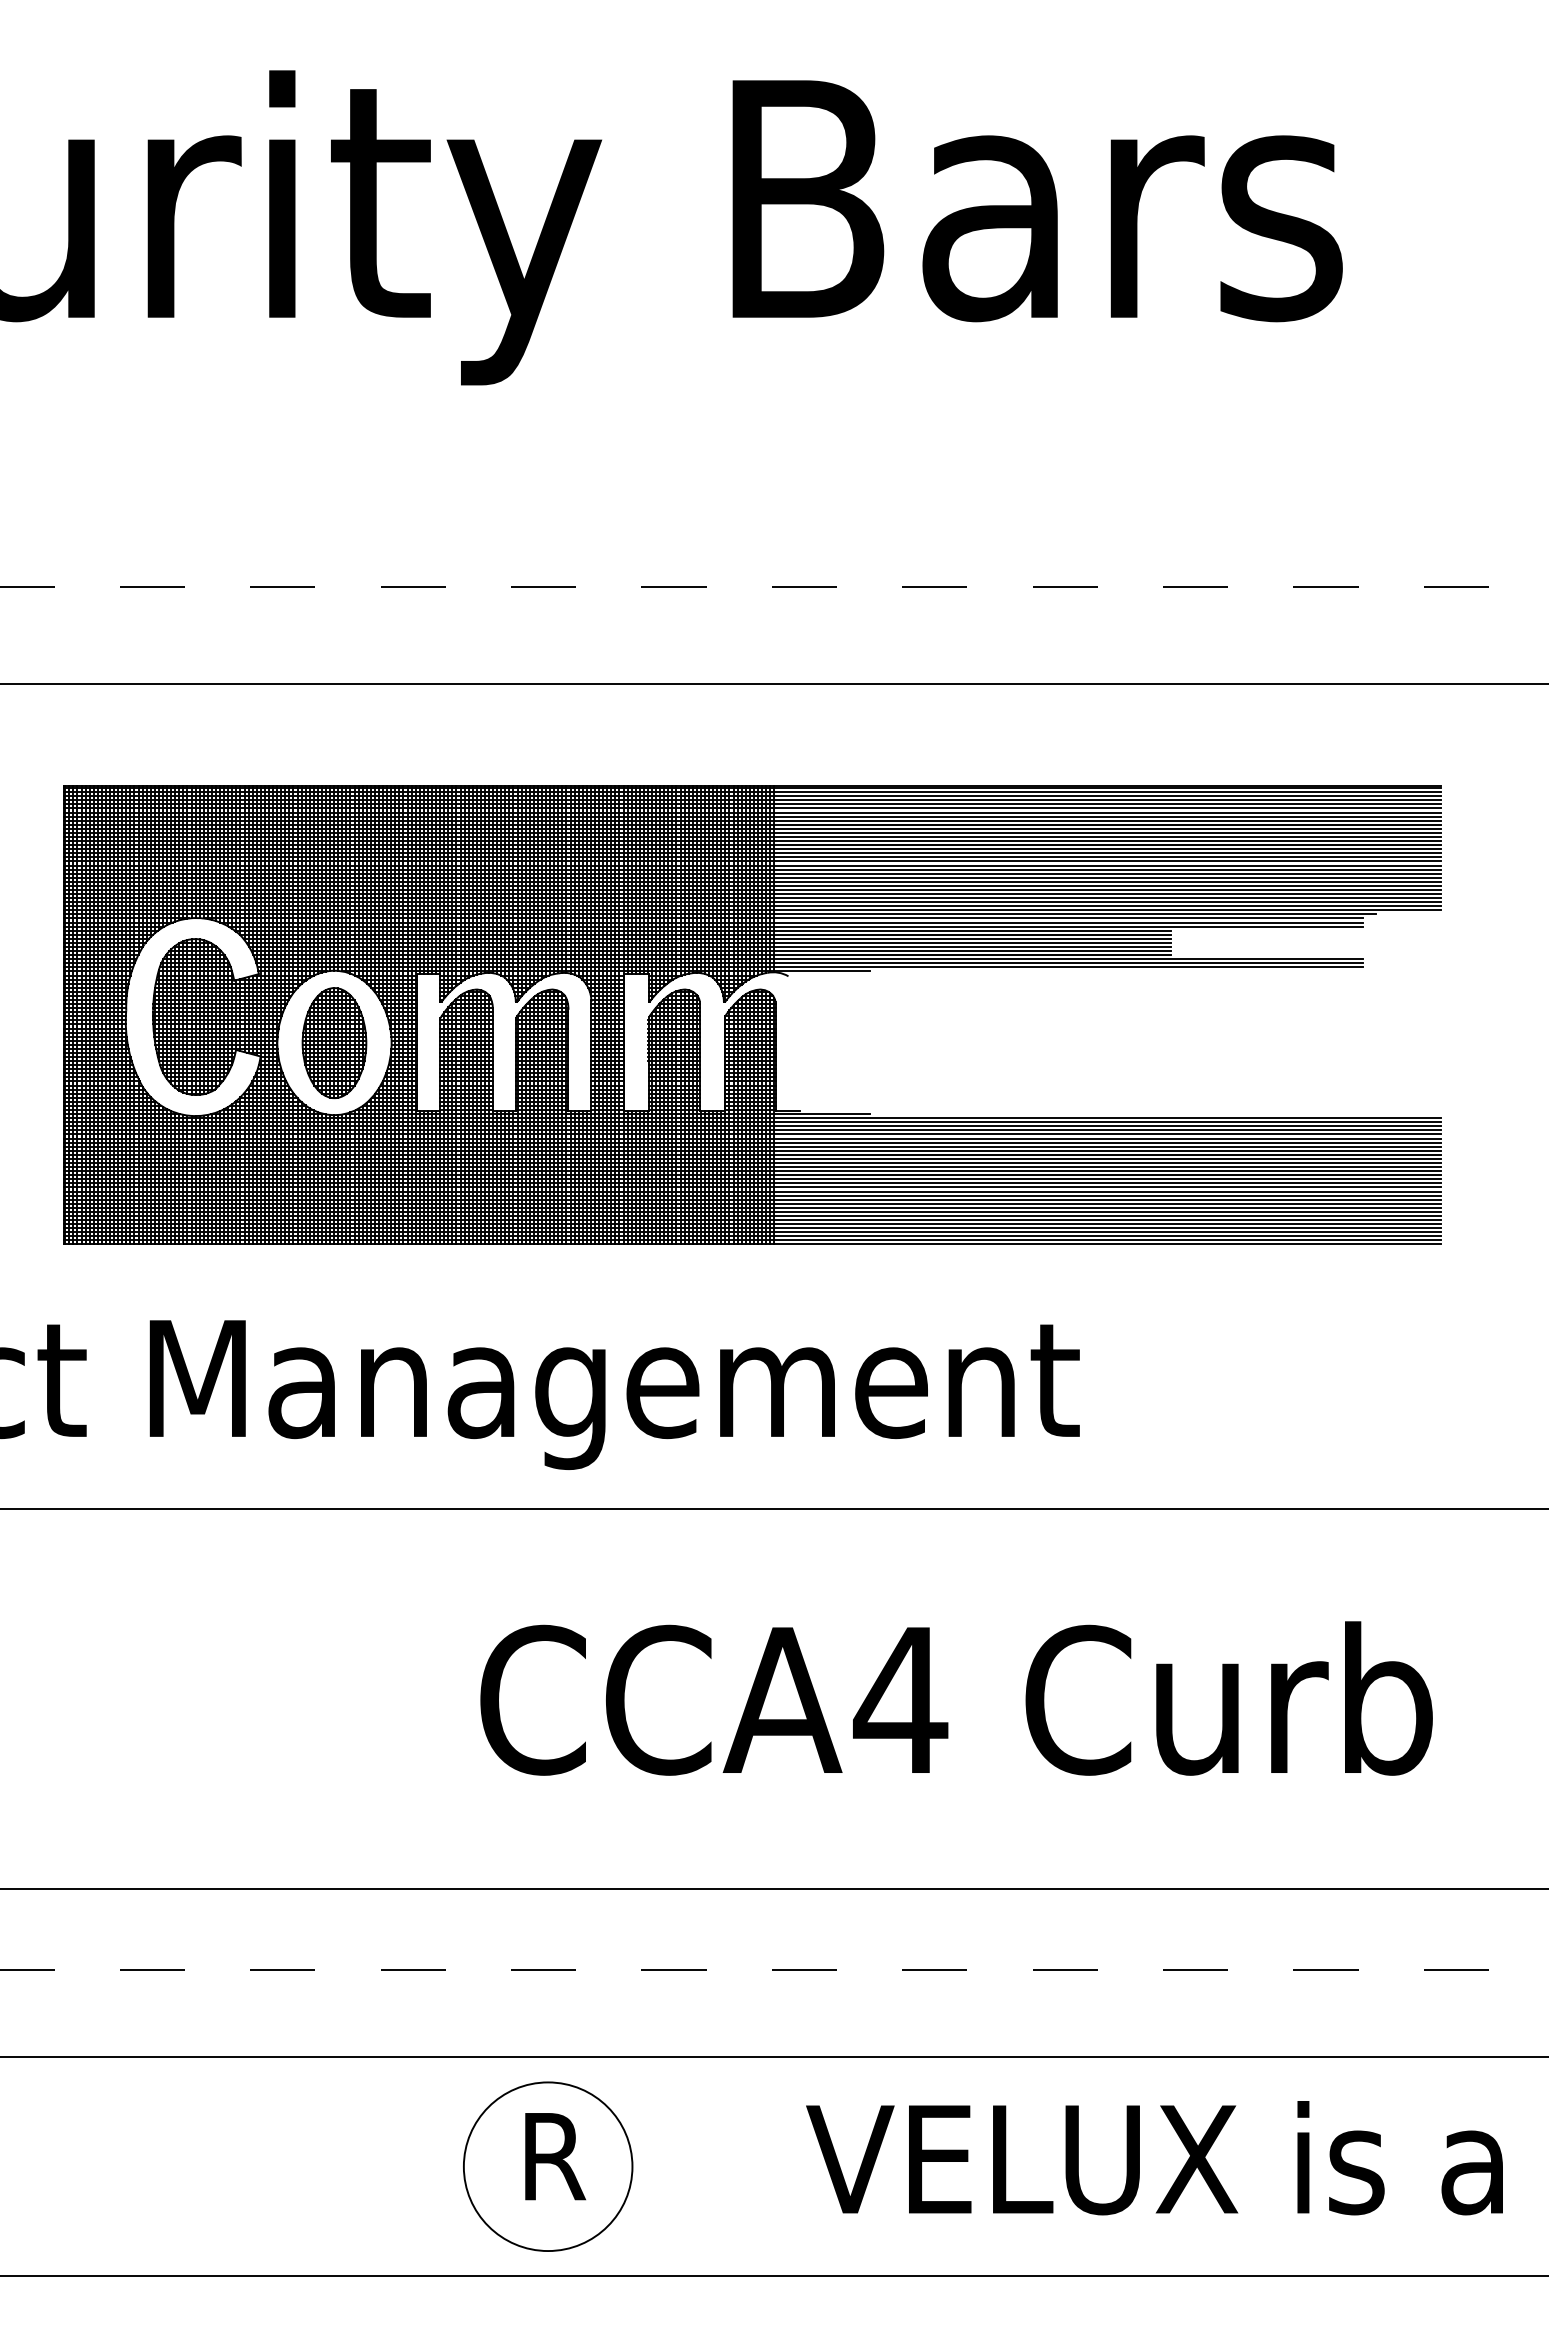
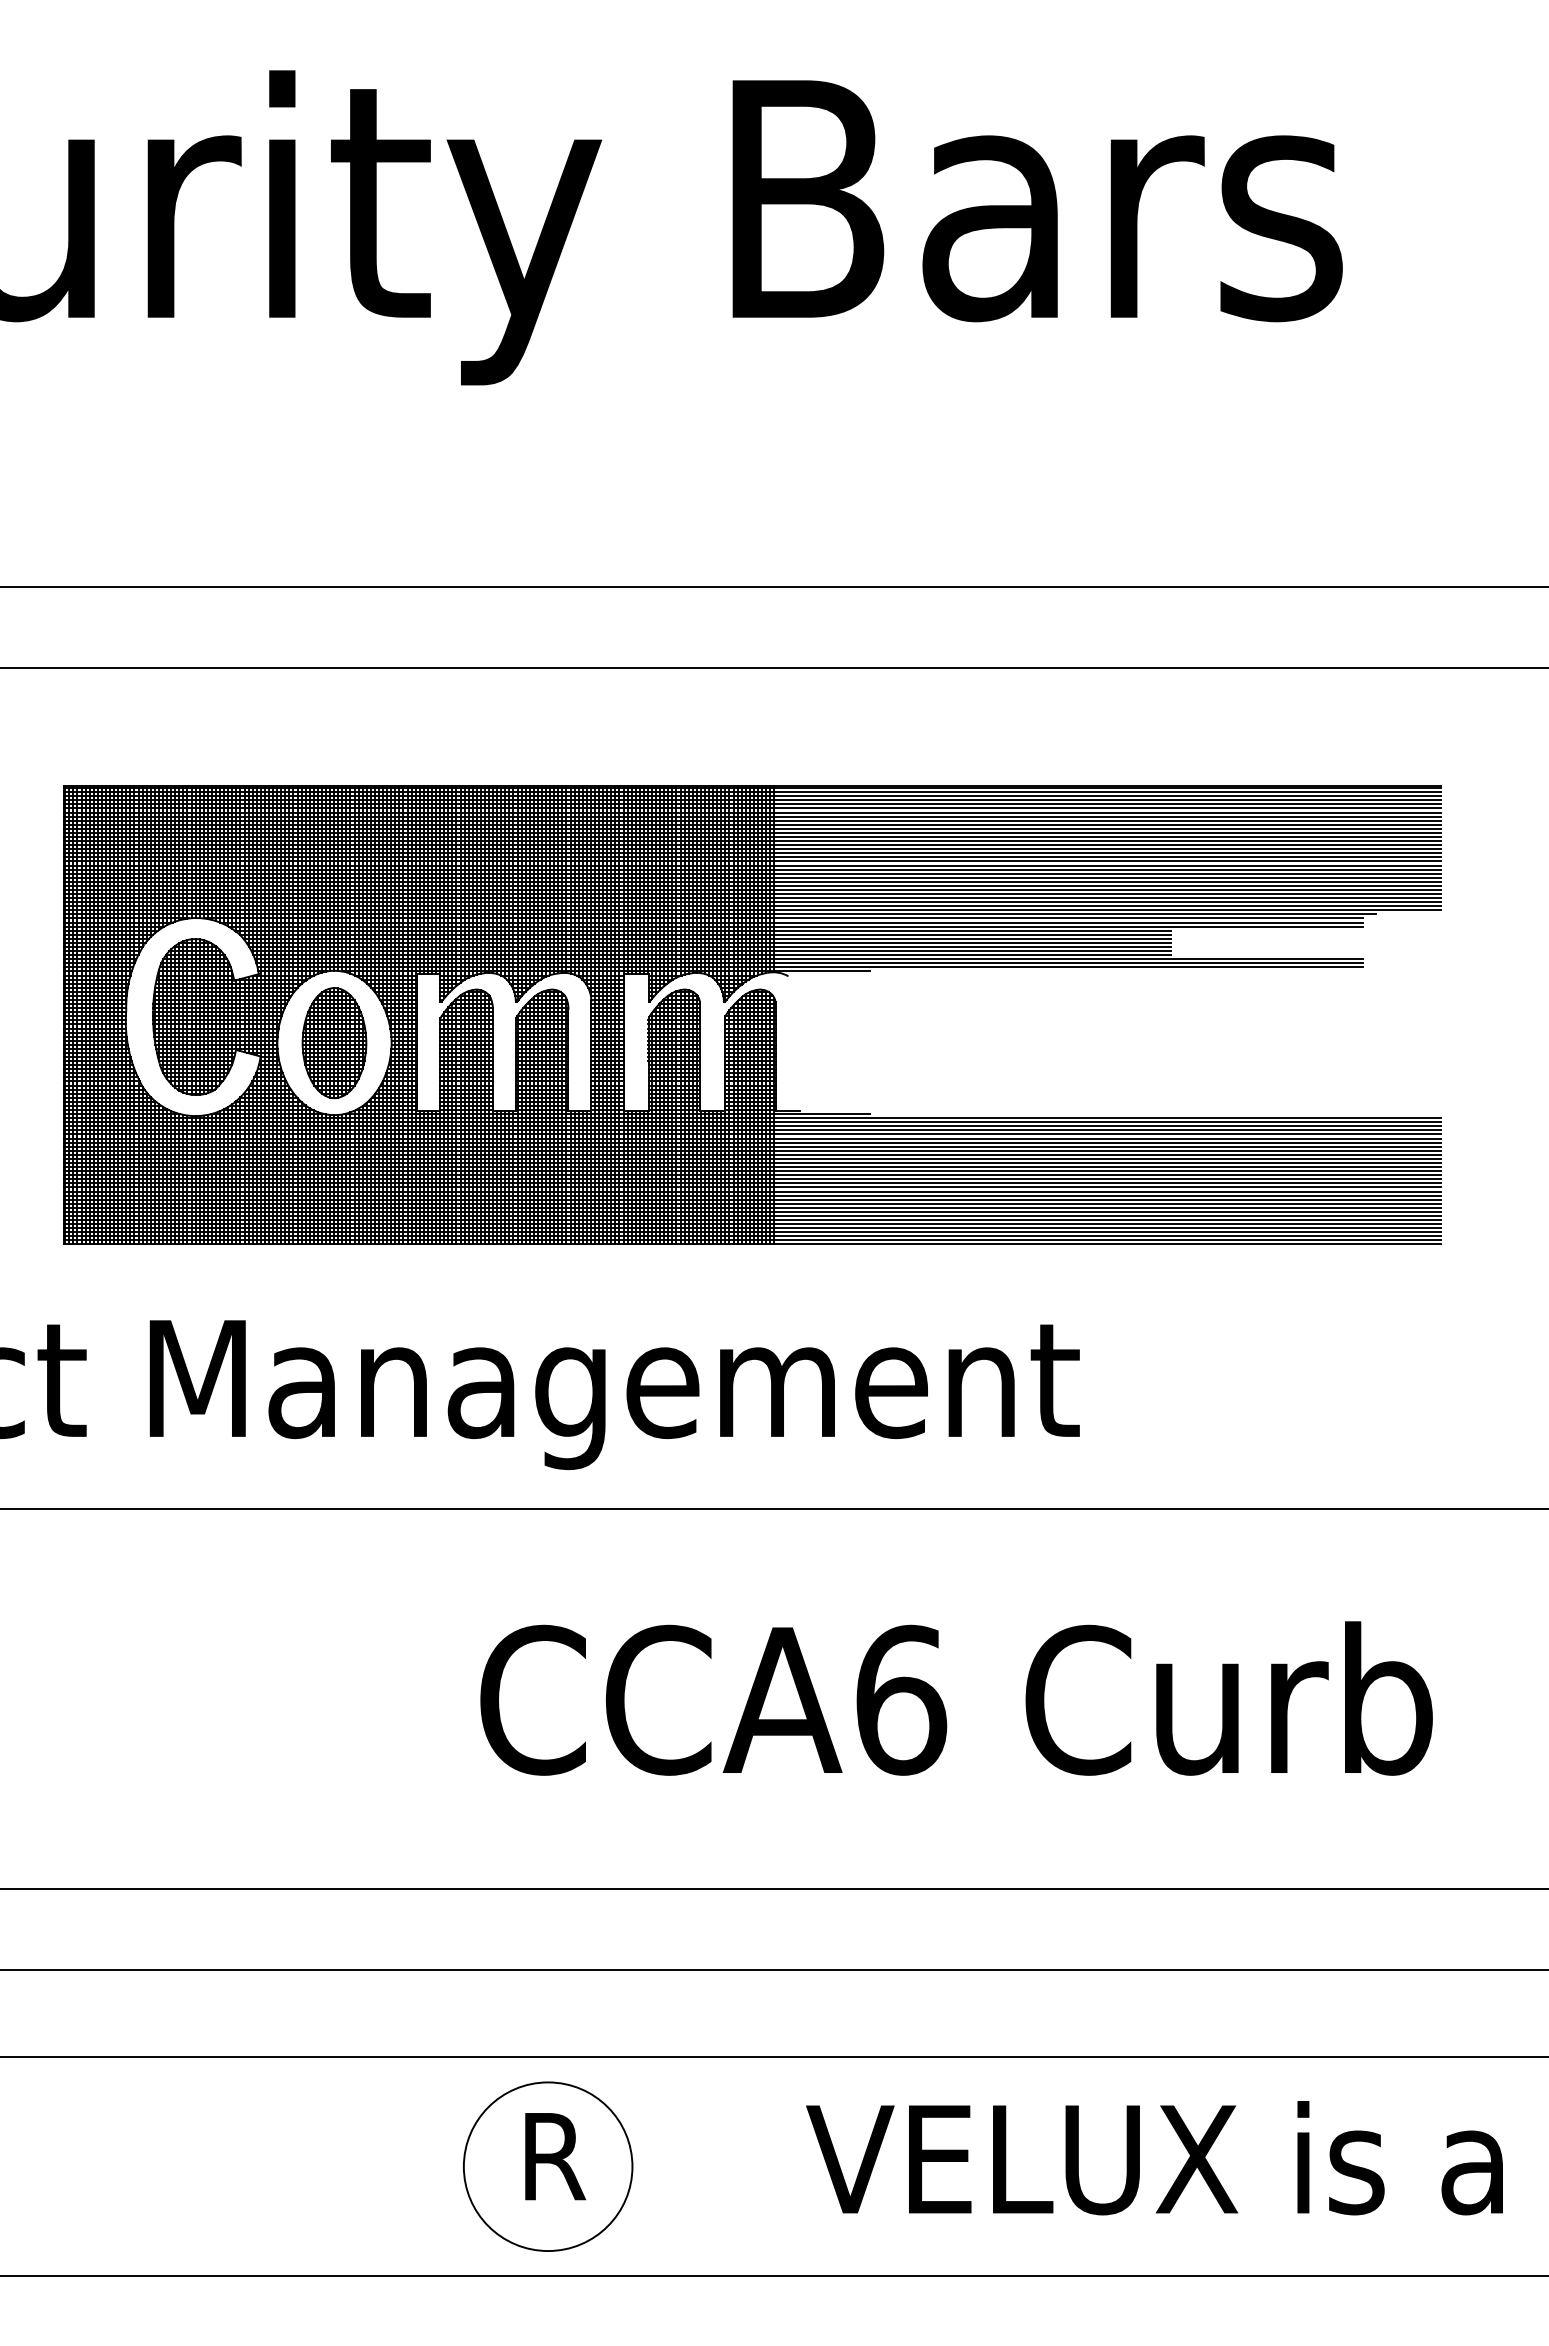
line at (774, 586): dashed -> solid
line at (773, 683) position: (773, 683) -> (773, 667)
text at (900, 1699): CCA4 -> CCA6
line at (774, 1969): dashed -> solid
